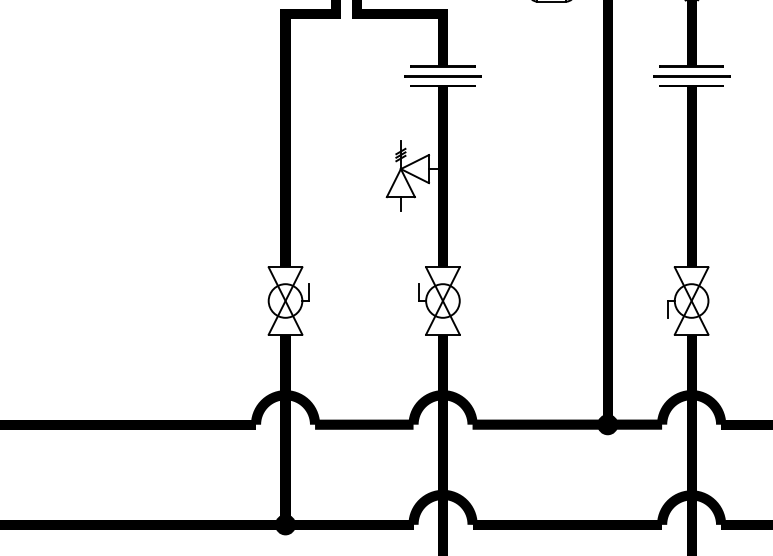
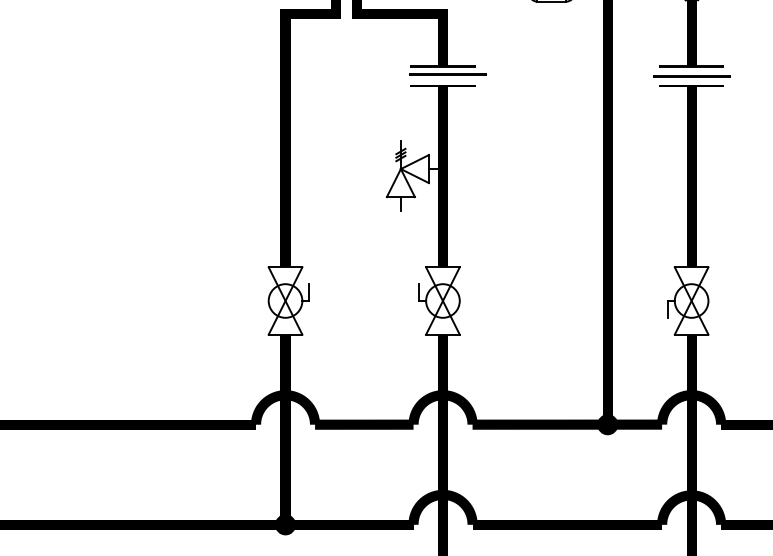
line at (442, 76) position: (442, 76) -> (447, 74)
